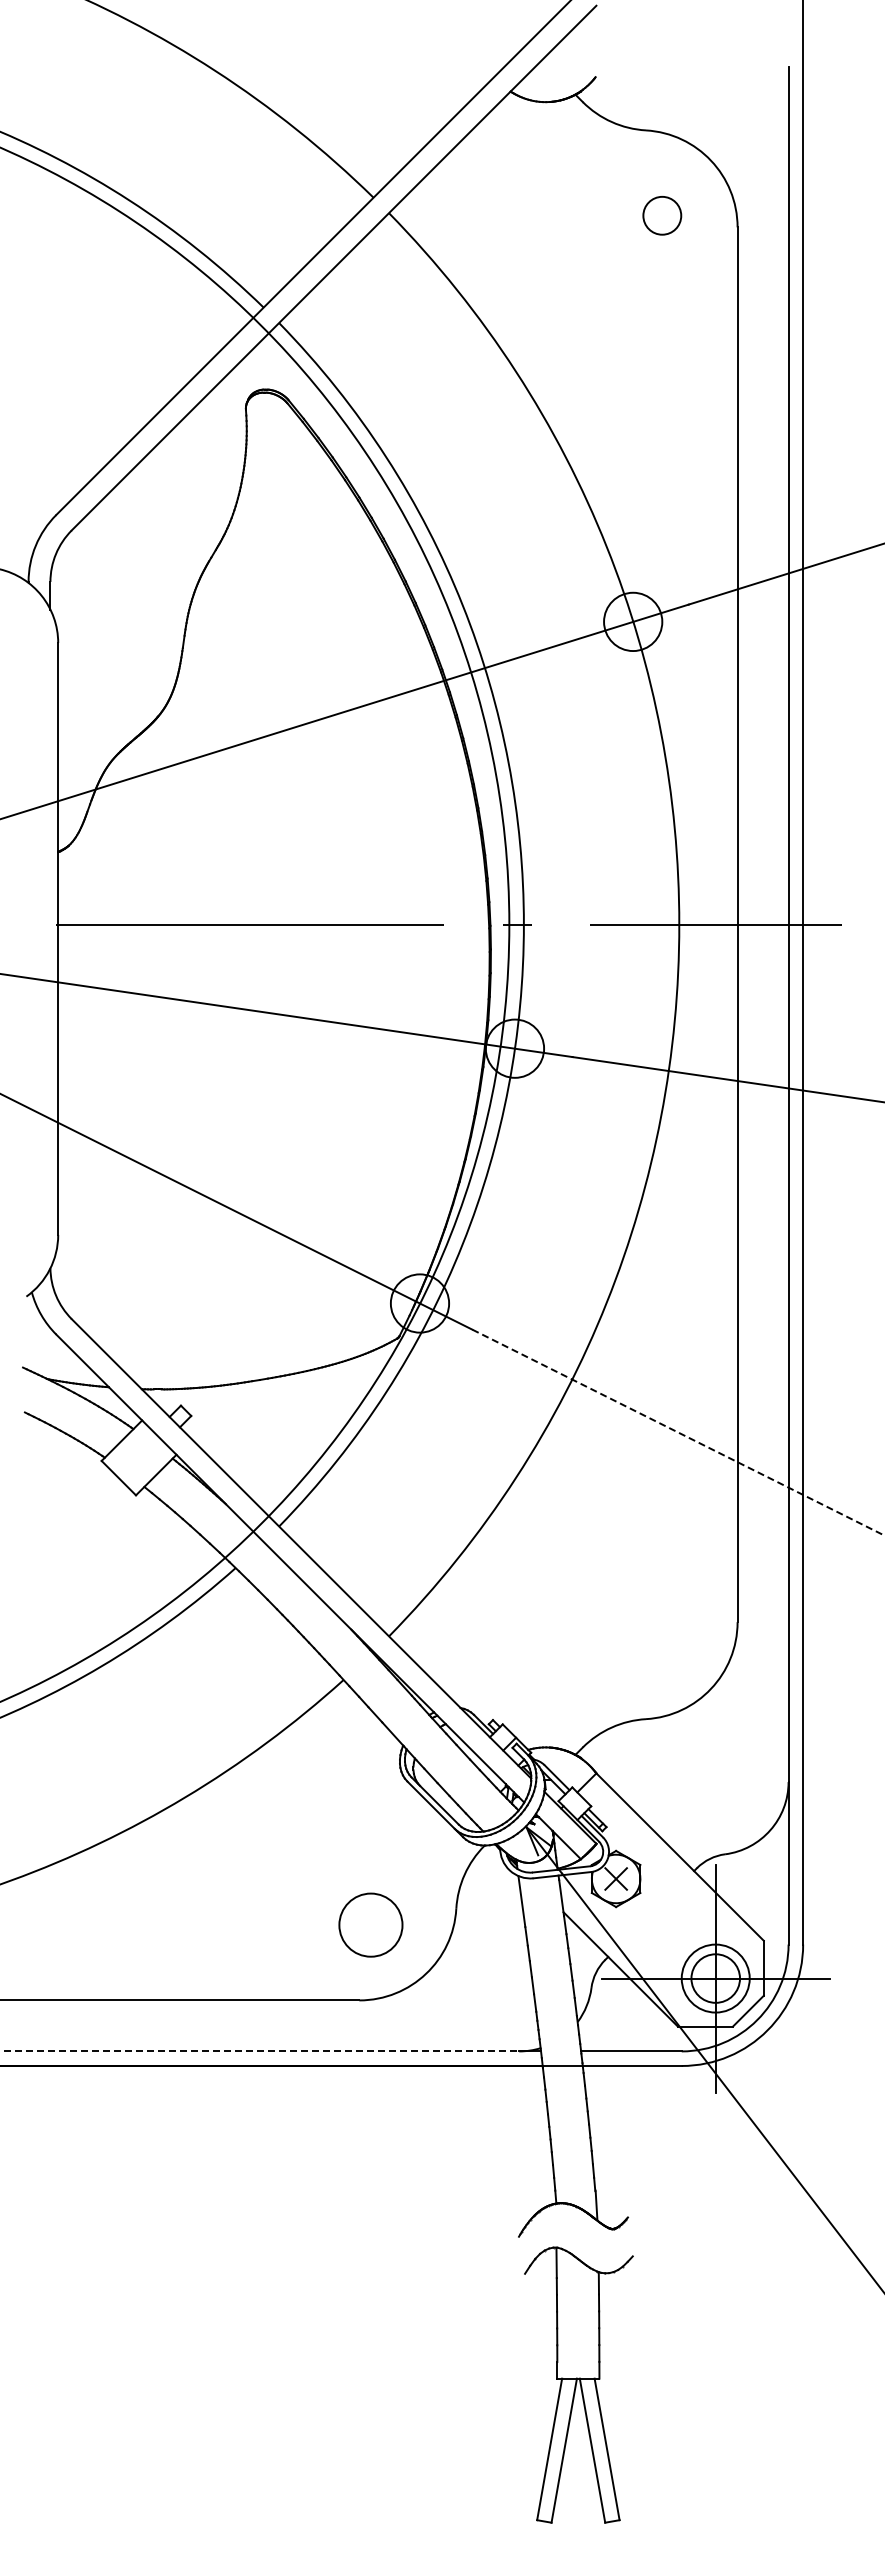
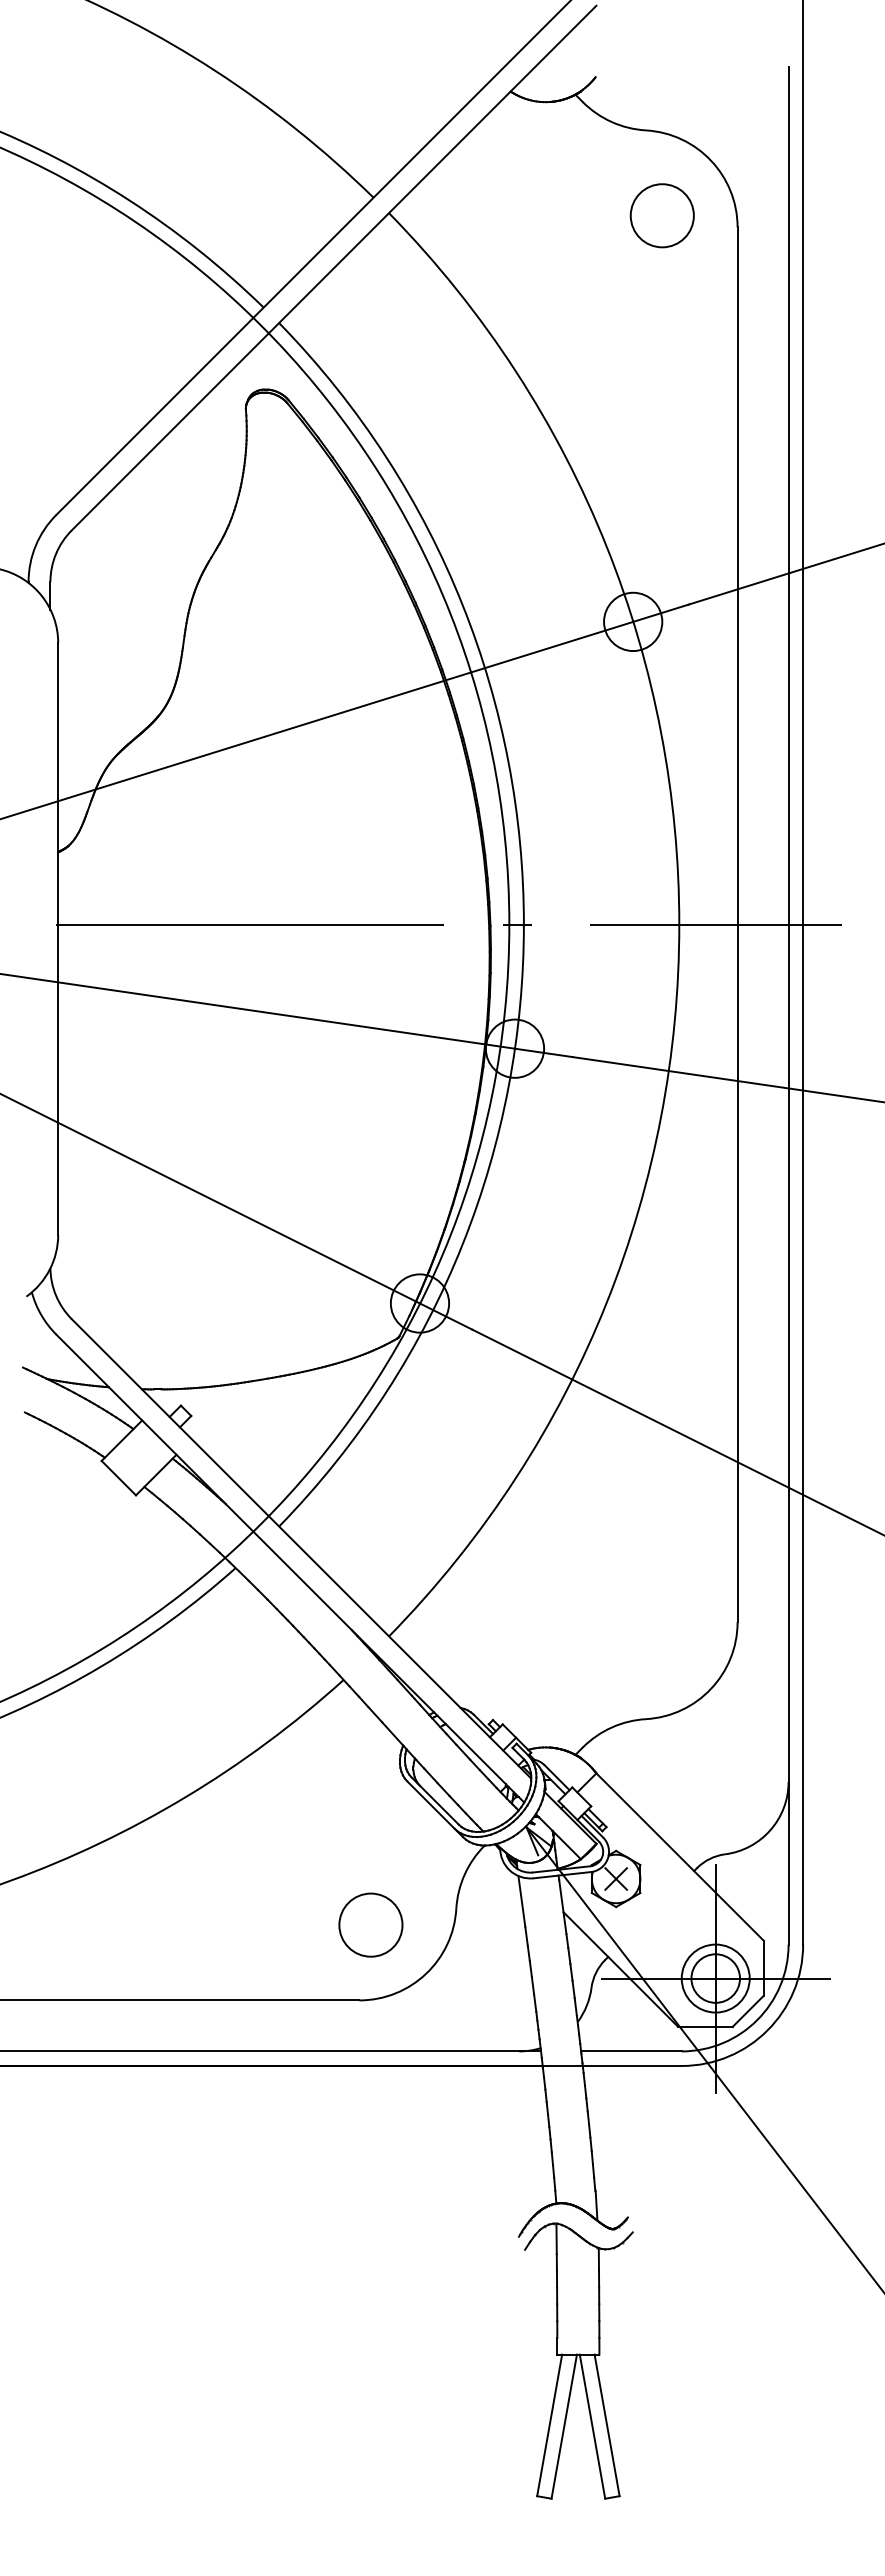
circle at (662, 215) diameter: 38 px -> 63 px
line at (677, 1432): dashed -> solid
line at (260, 2051): dashed -> solid
part at (578, 2384) position: (578, 2384) -> (578, 2360)
